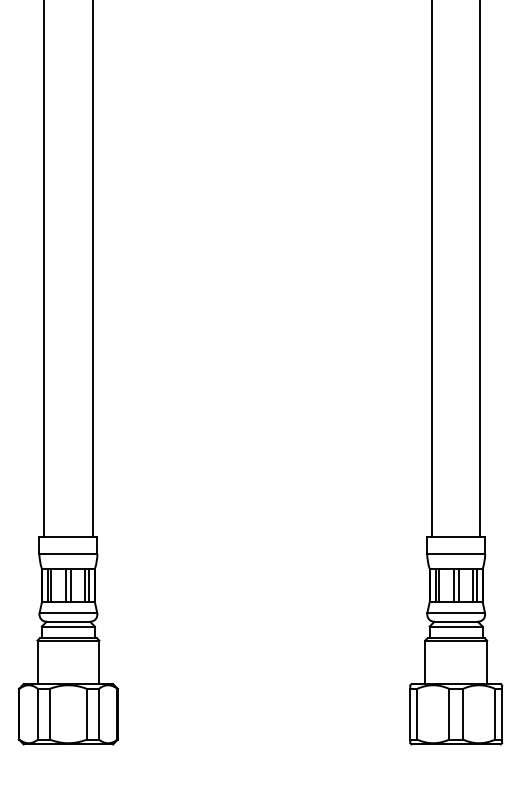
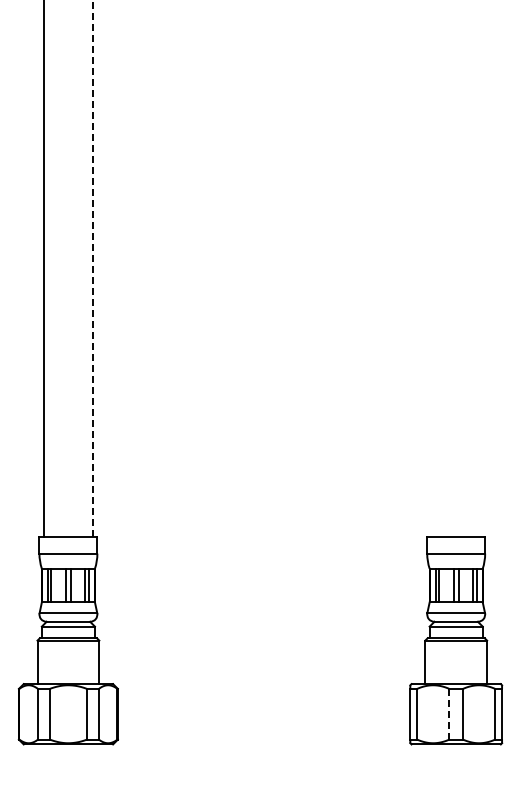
line at (92, 268): solid -> dashed
line at (432, 269): present -> none
line at (480, 269): present -> none
line at (449, 714): solid -> dashed
